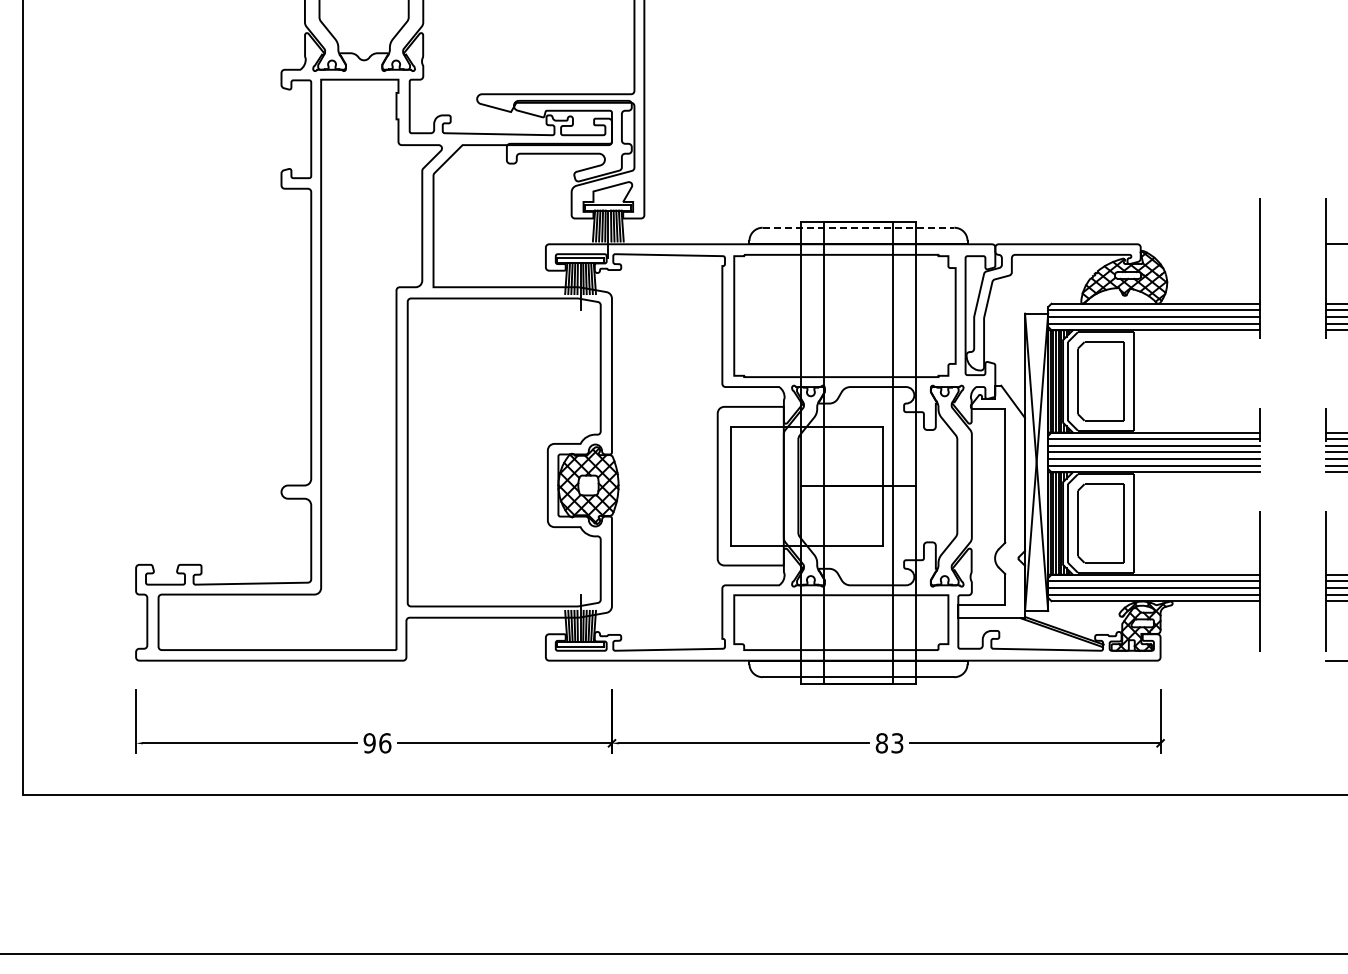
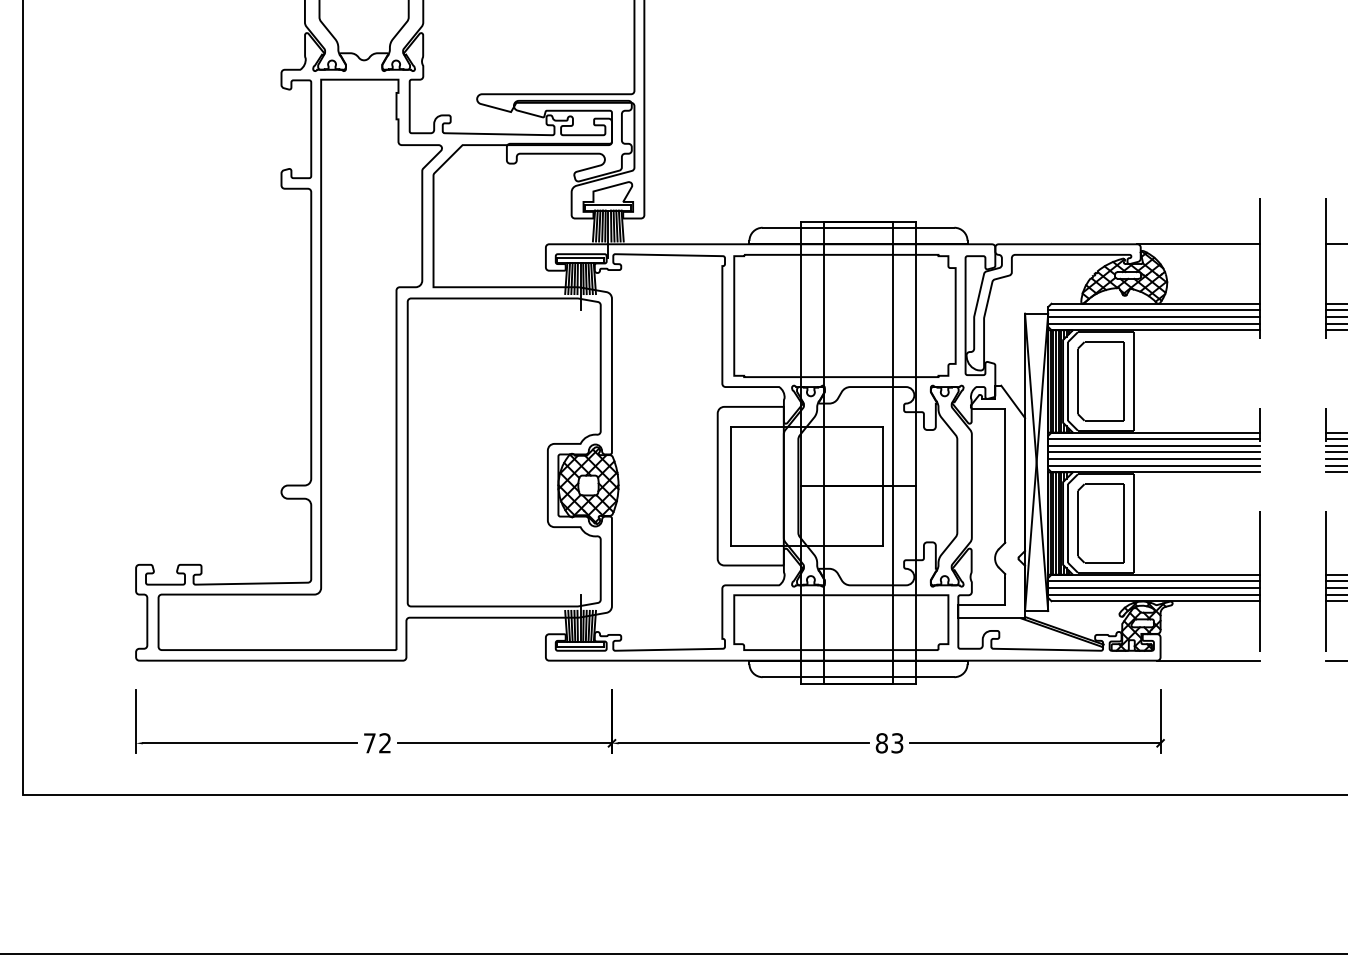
line at (858, 227): dashed -> solid
line at (1198, 244): none -> present
line at (1208, 660): none -> present
text at (377, 743): 96 -> 72
